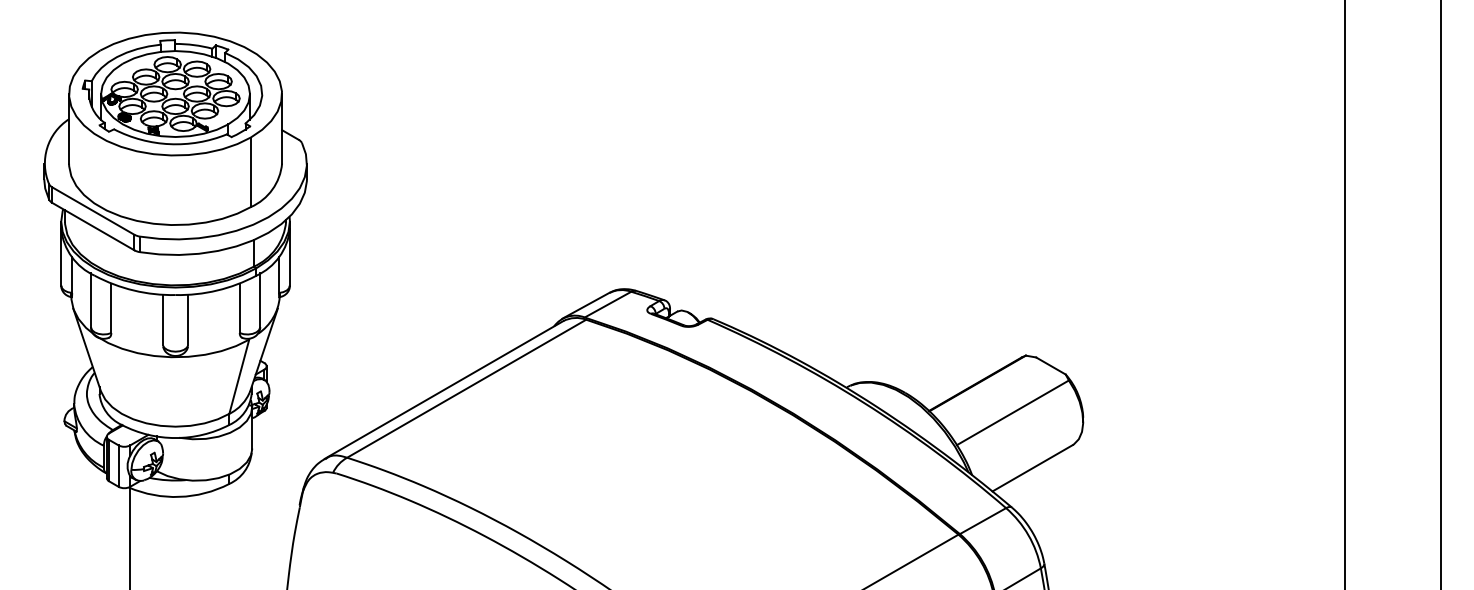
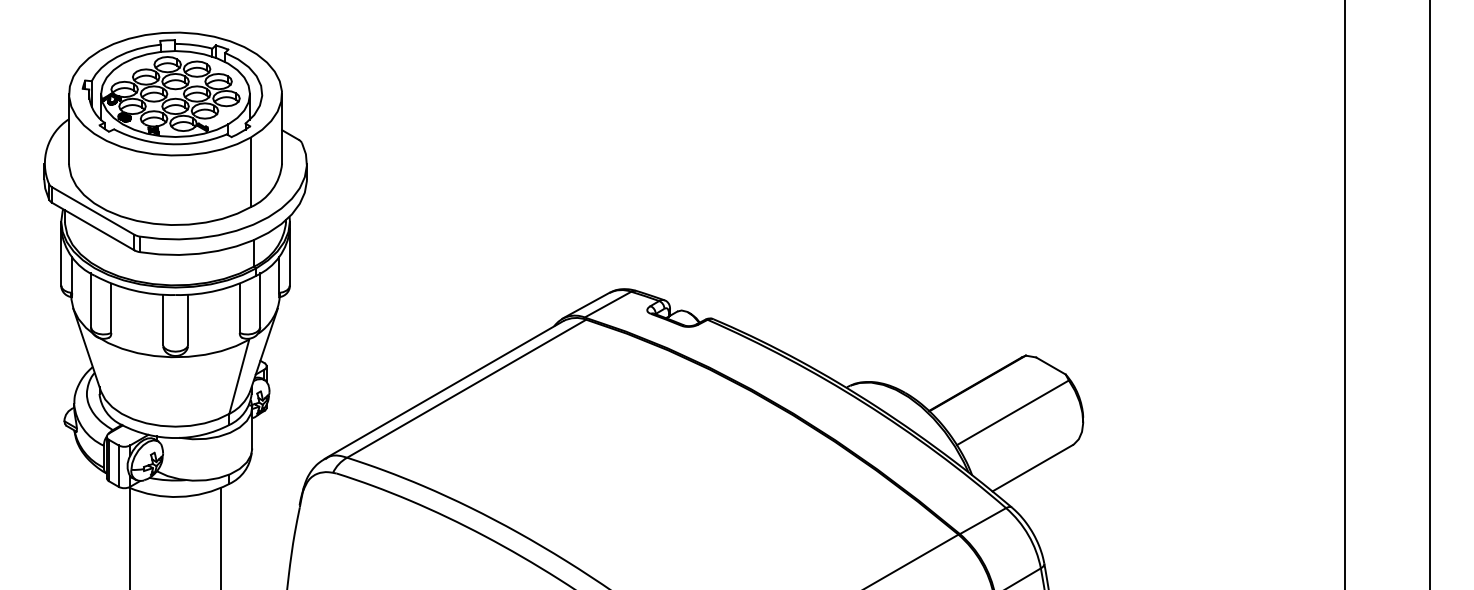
line at (1440, 294) position: (1440, 294) -> (1429, 294)
line at (220, 537): none -> present
